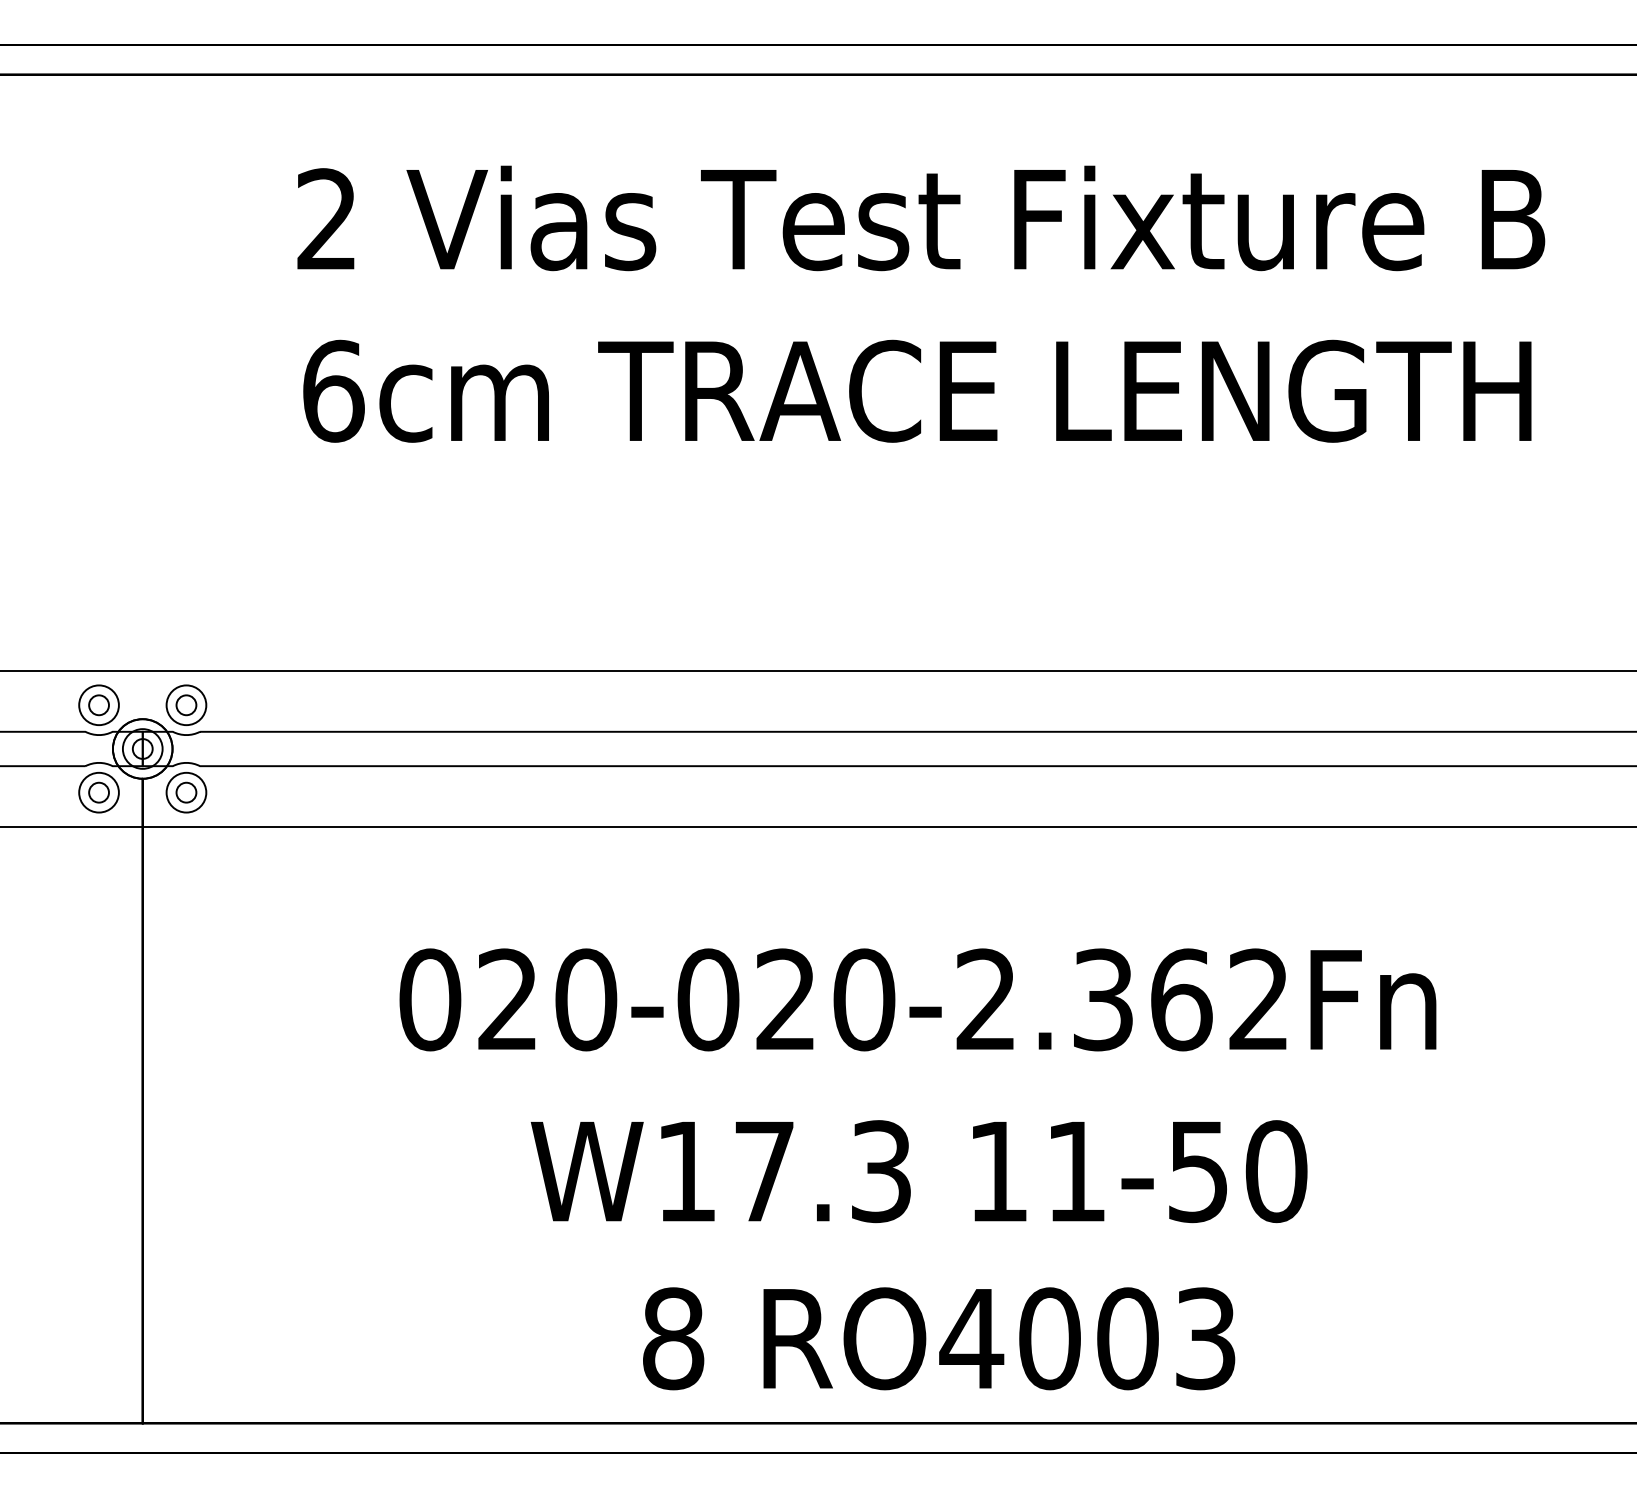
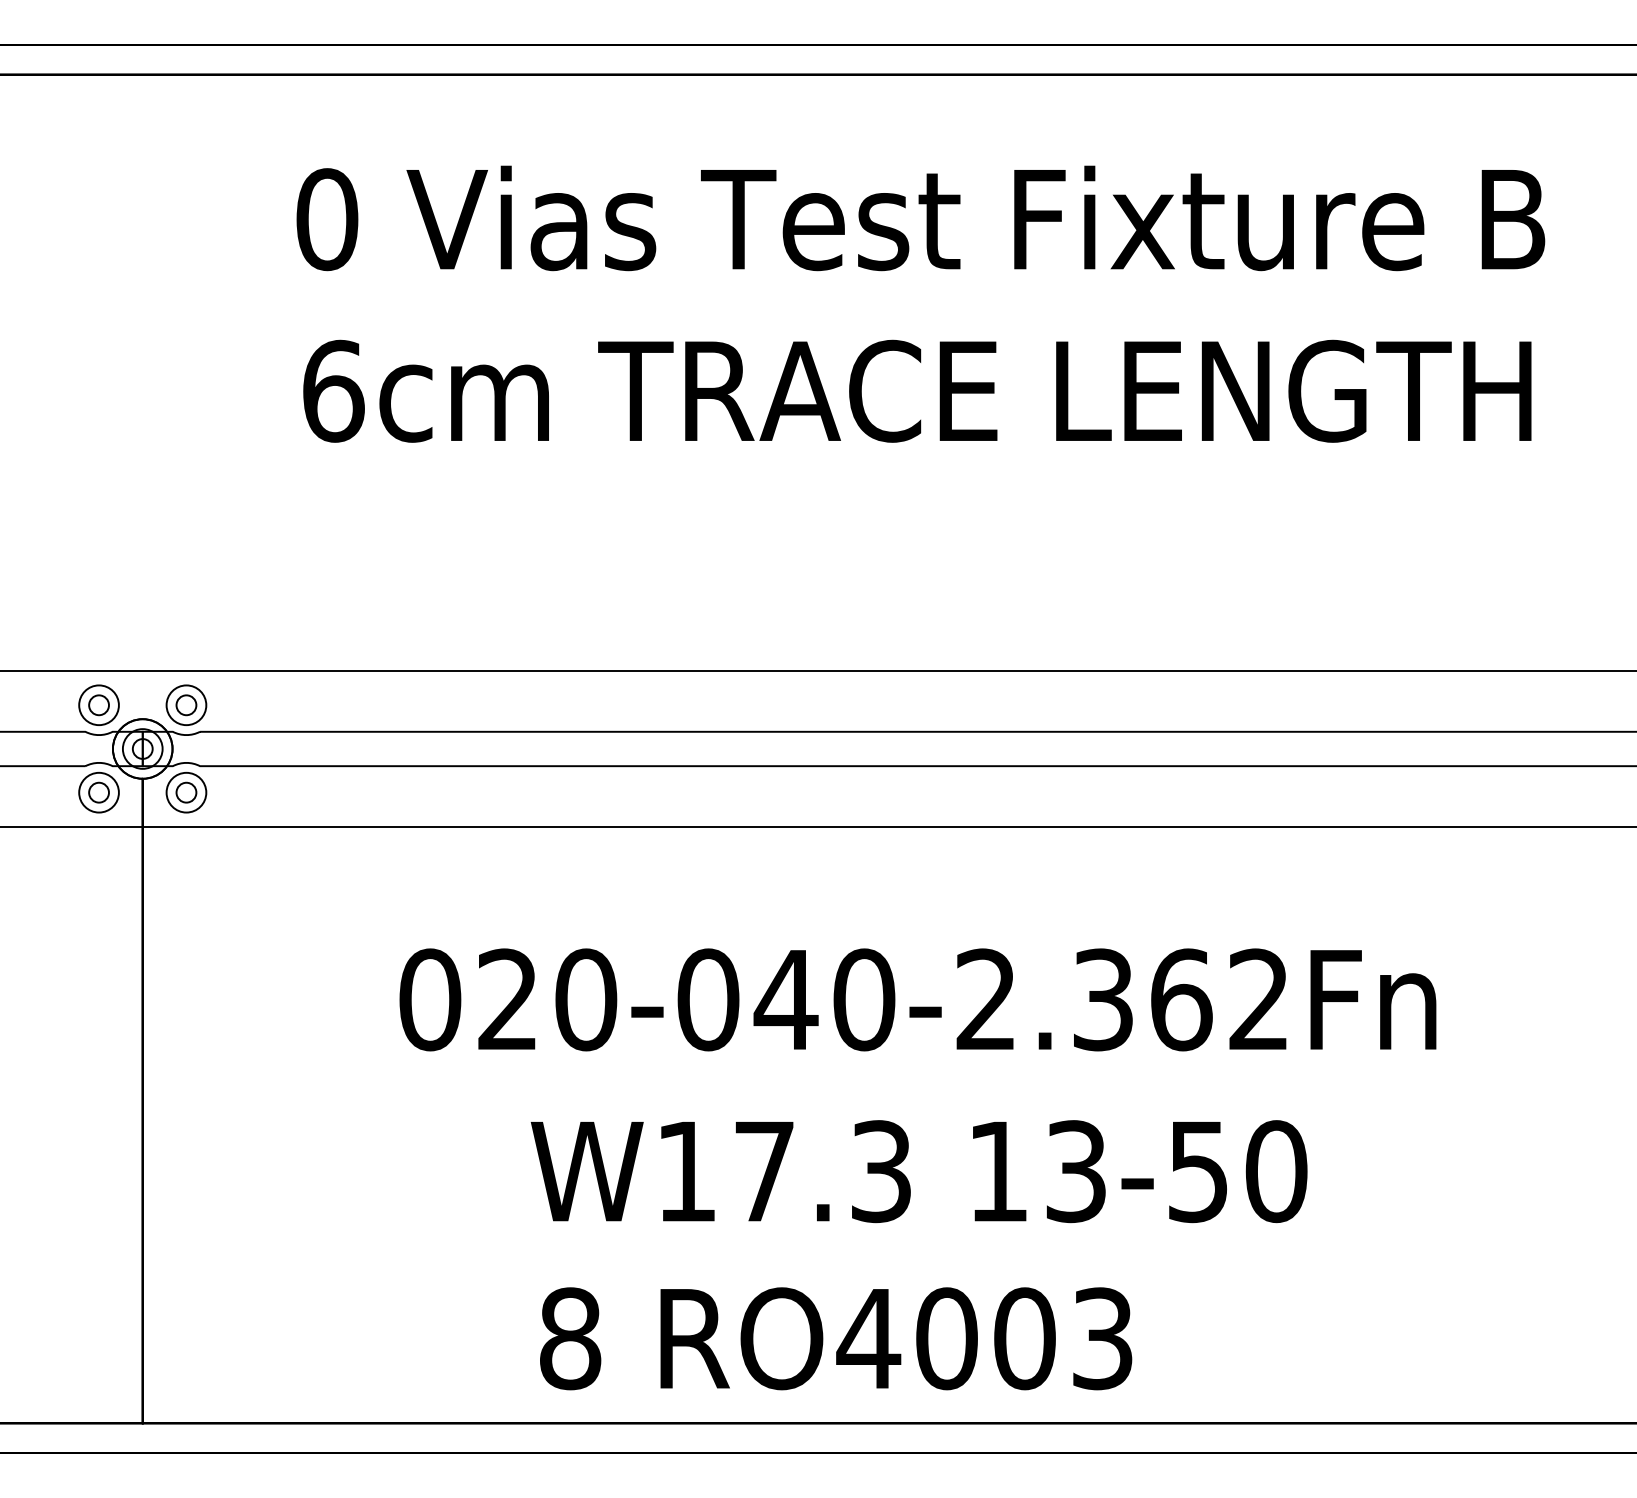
text at (327, 219): 2 -> 0
text at (785, 998): 020-020-2.362Fn -> 020-040-2.362Fn
text at (1075, 1171): 11-50 -> 13-50
text at (939, 1338) position: (939, 1338) -> (836, 1338)
